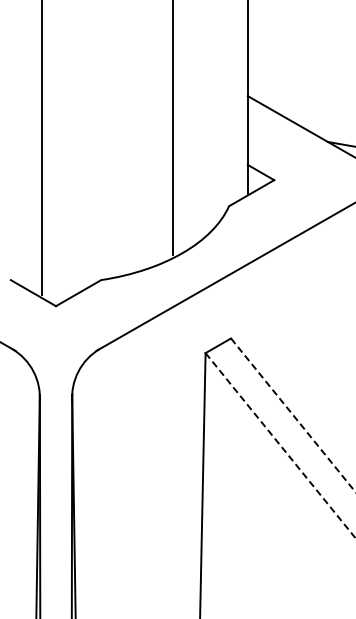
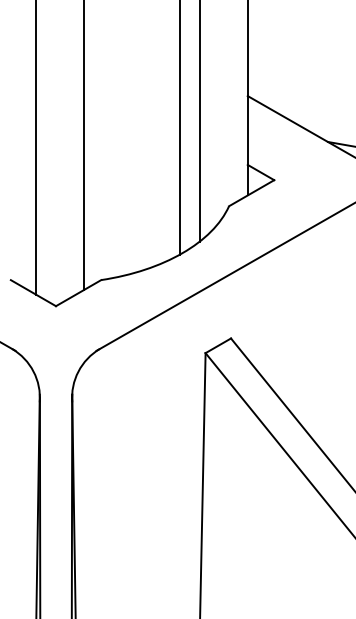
line at (199, 121): none -> present
line at (173, 128) position: (173, 128) -> (180, 128)
line at (84, 145): none -> present
line at (42, 148) position: (42, 148) -> (36, 148)
line at (293, 415): dashed -> solid
line at (280, 445): dashed -> solid
